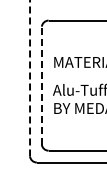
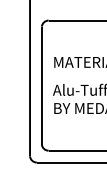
line at (30, 78): dashed -> solid
line at (41, 85): dashed -> solid
